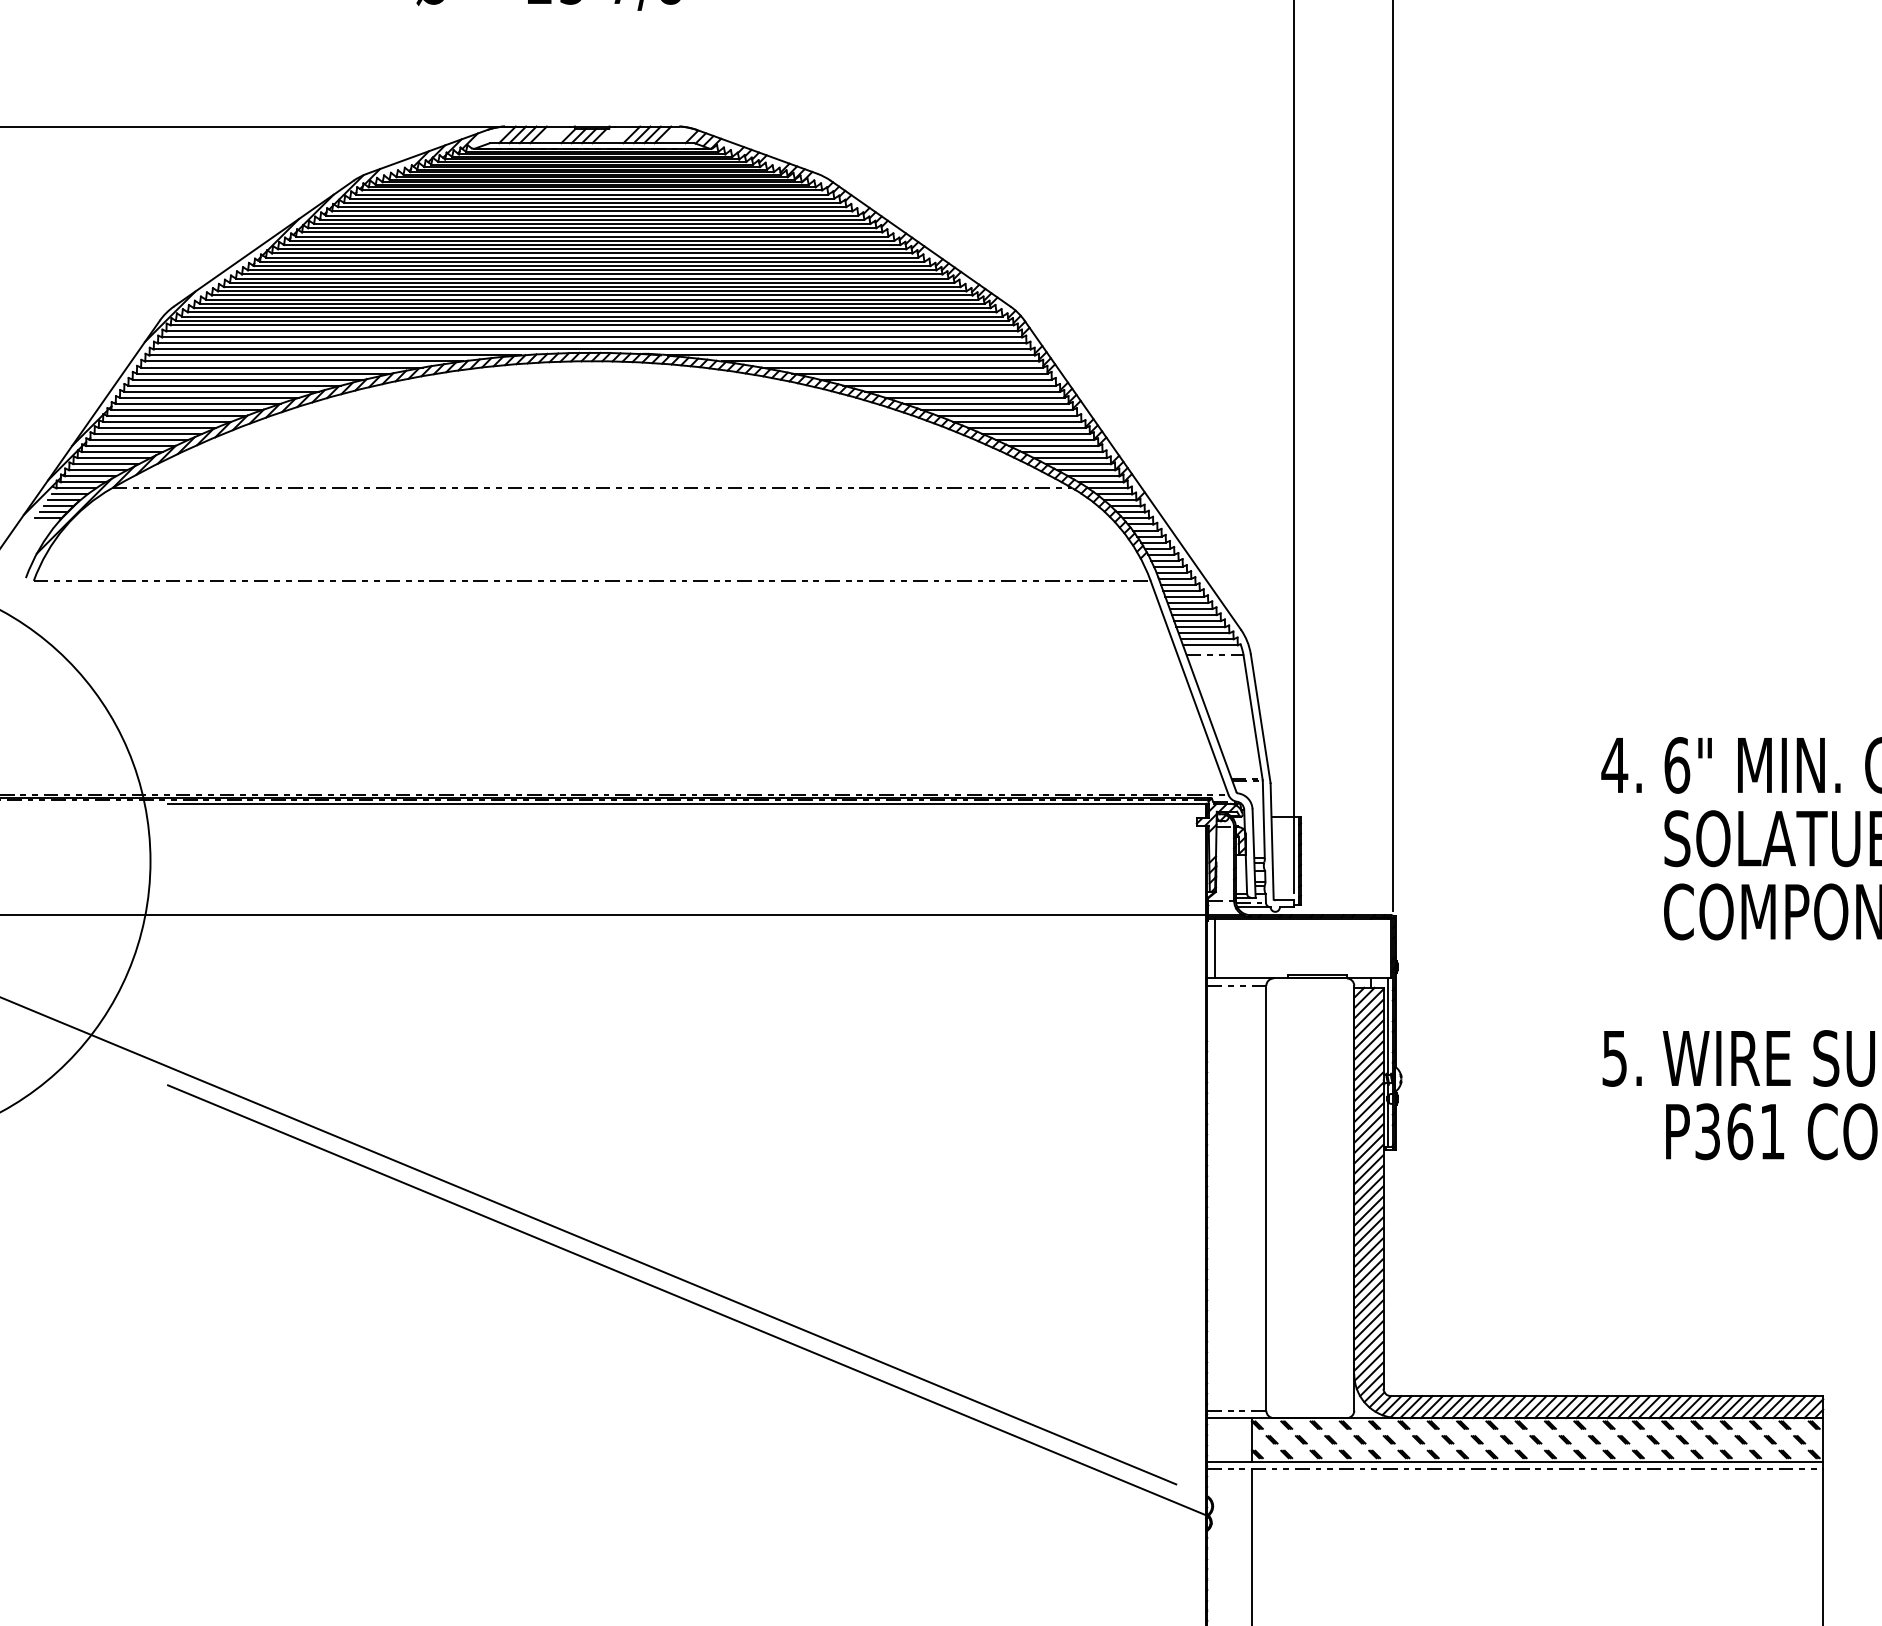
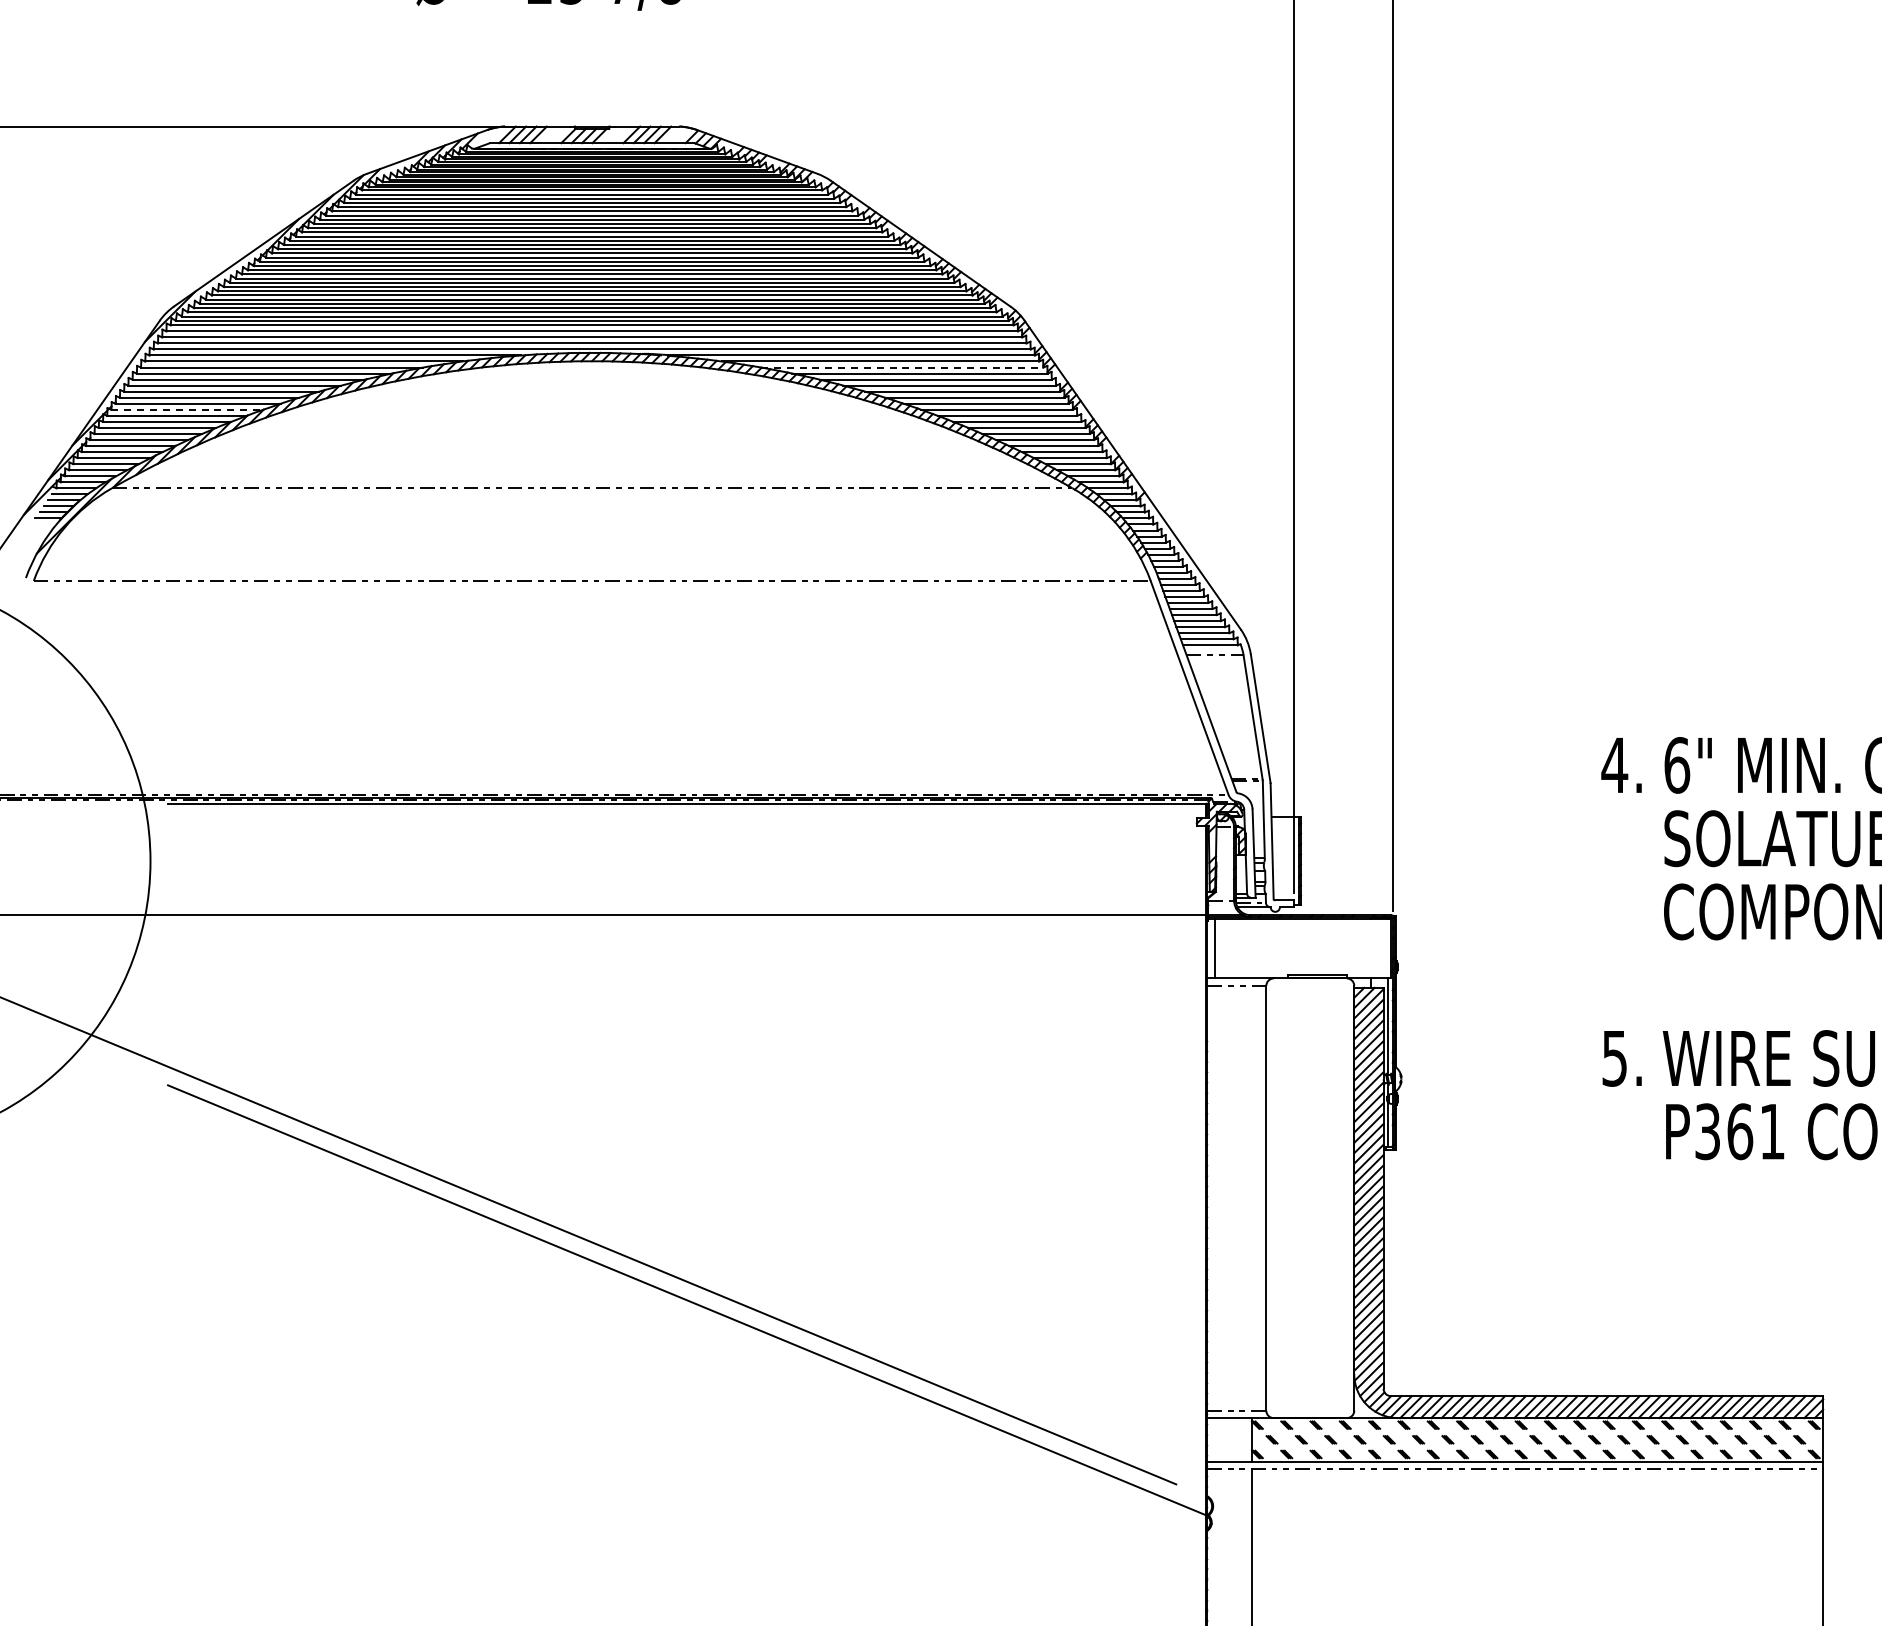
line at (902, 367): solid -> dashed
line at (187, 409): solid -> dashed
